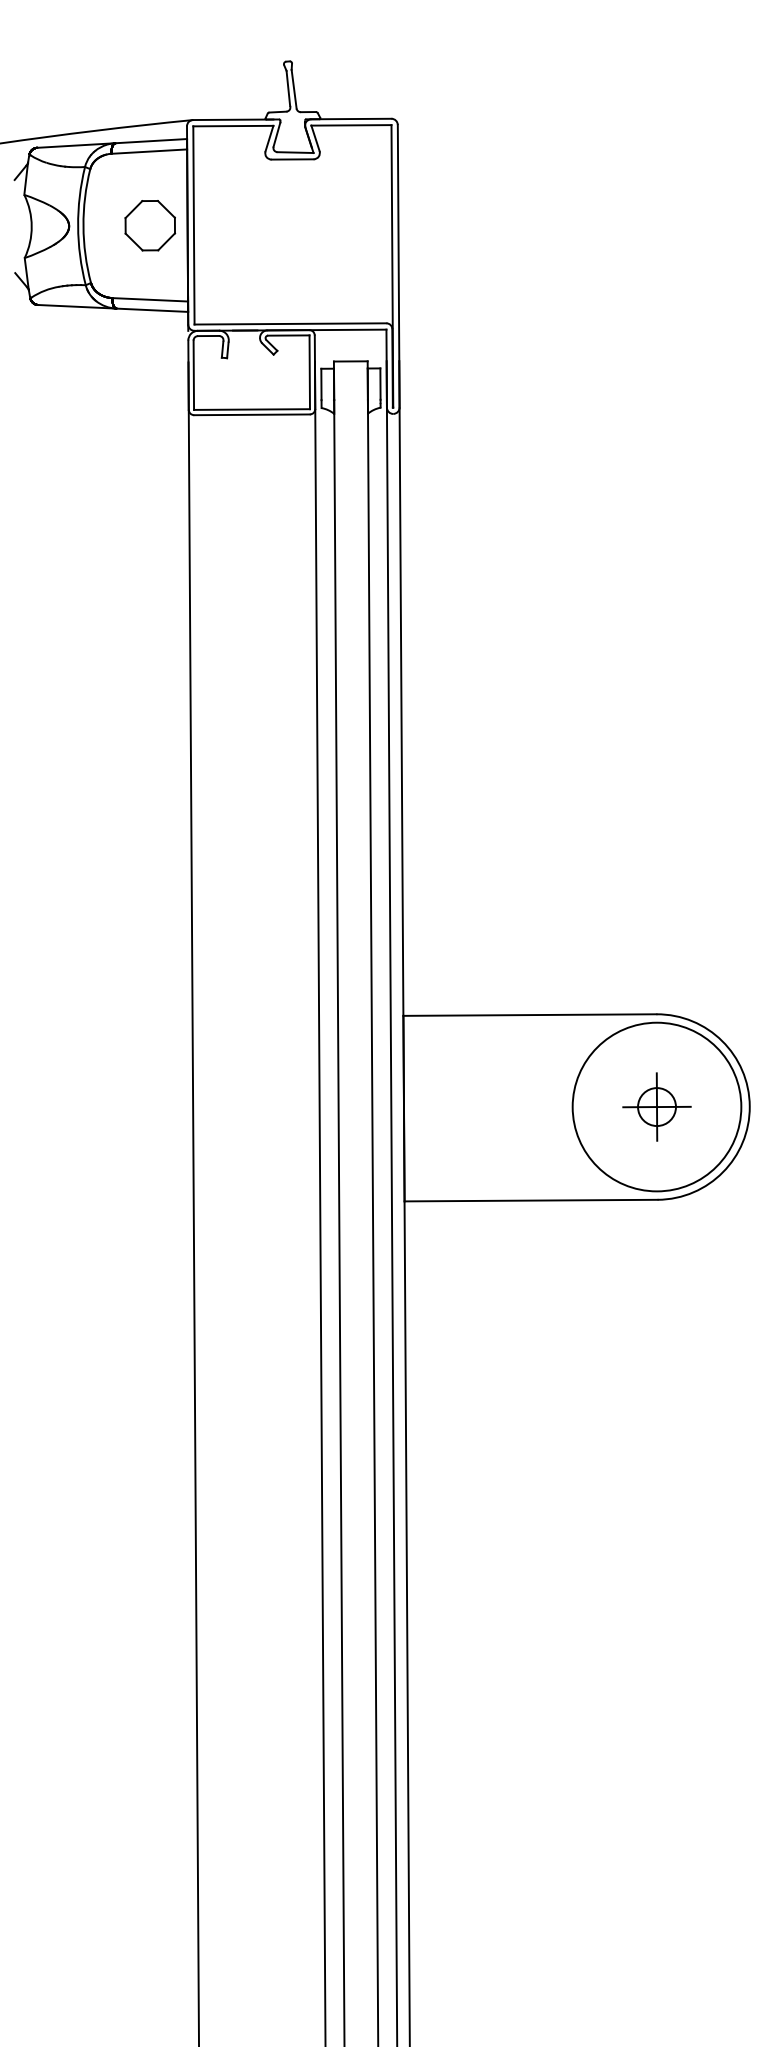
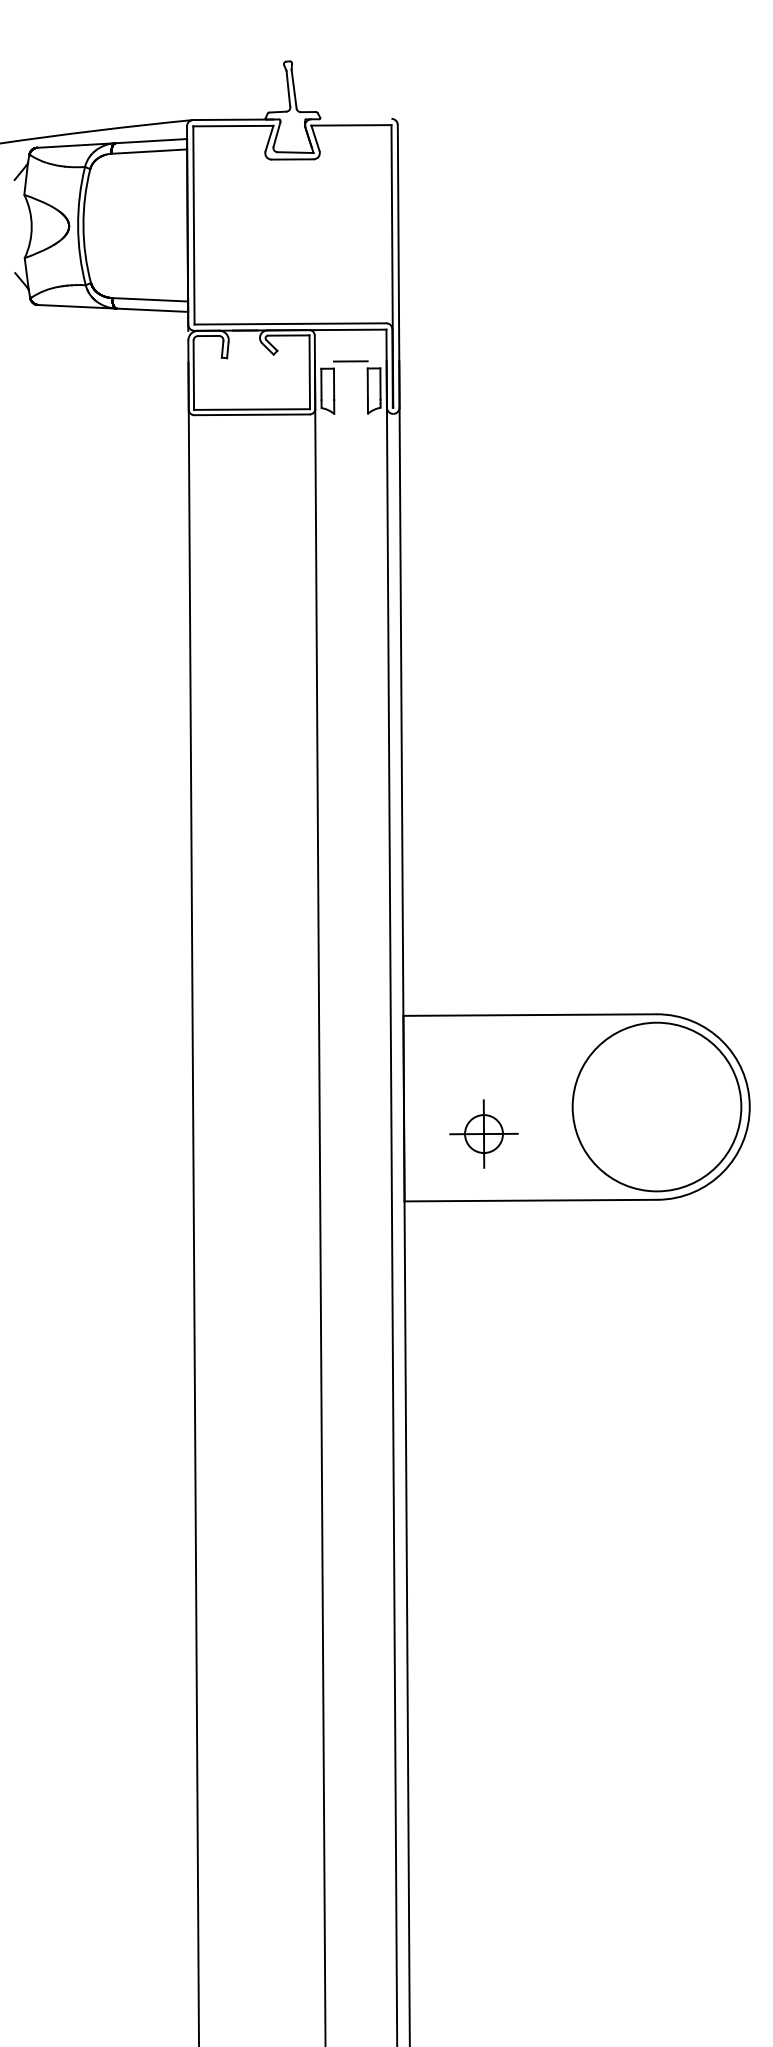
line at (351, 118): present -> none
part at (150, 225): present -> none
part at (656, 1106) position: (656, 1106) -> (483, 1133)
line at (338, 1202): present -> none
line at (372, 1202): present -> none
